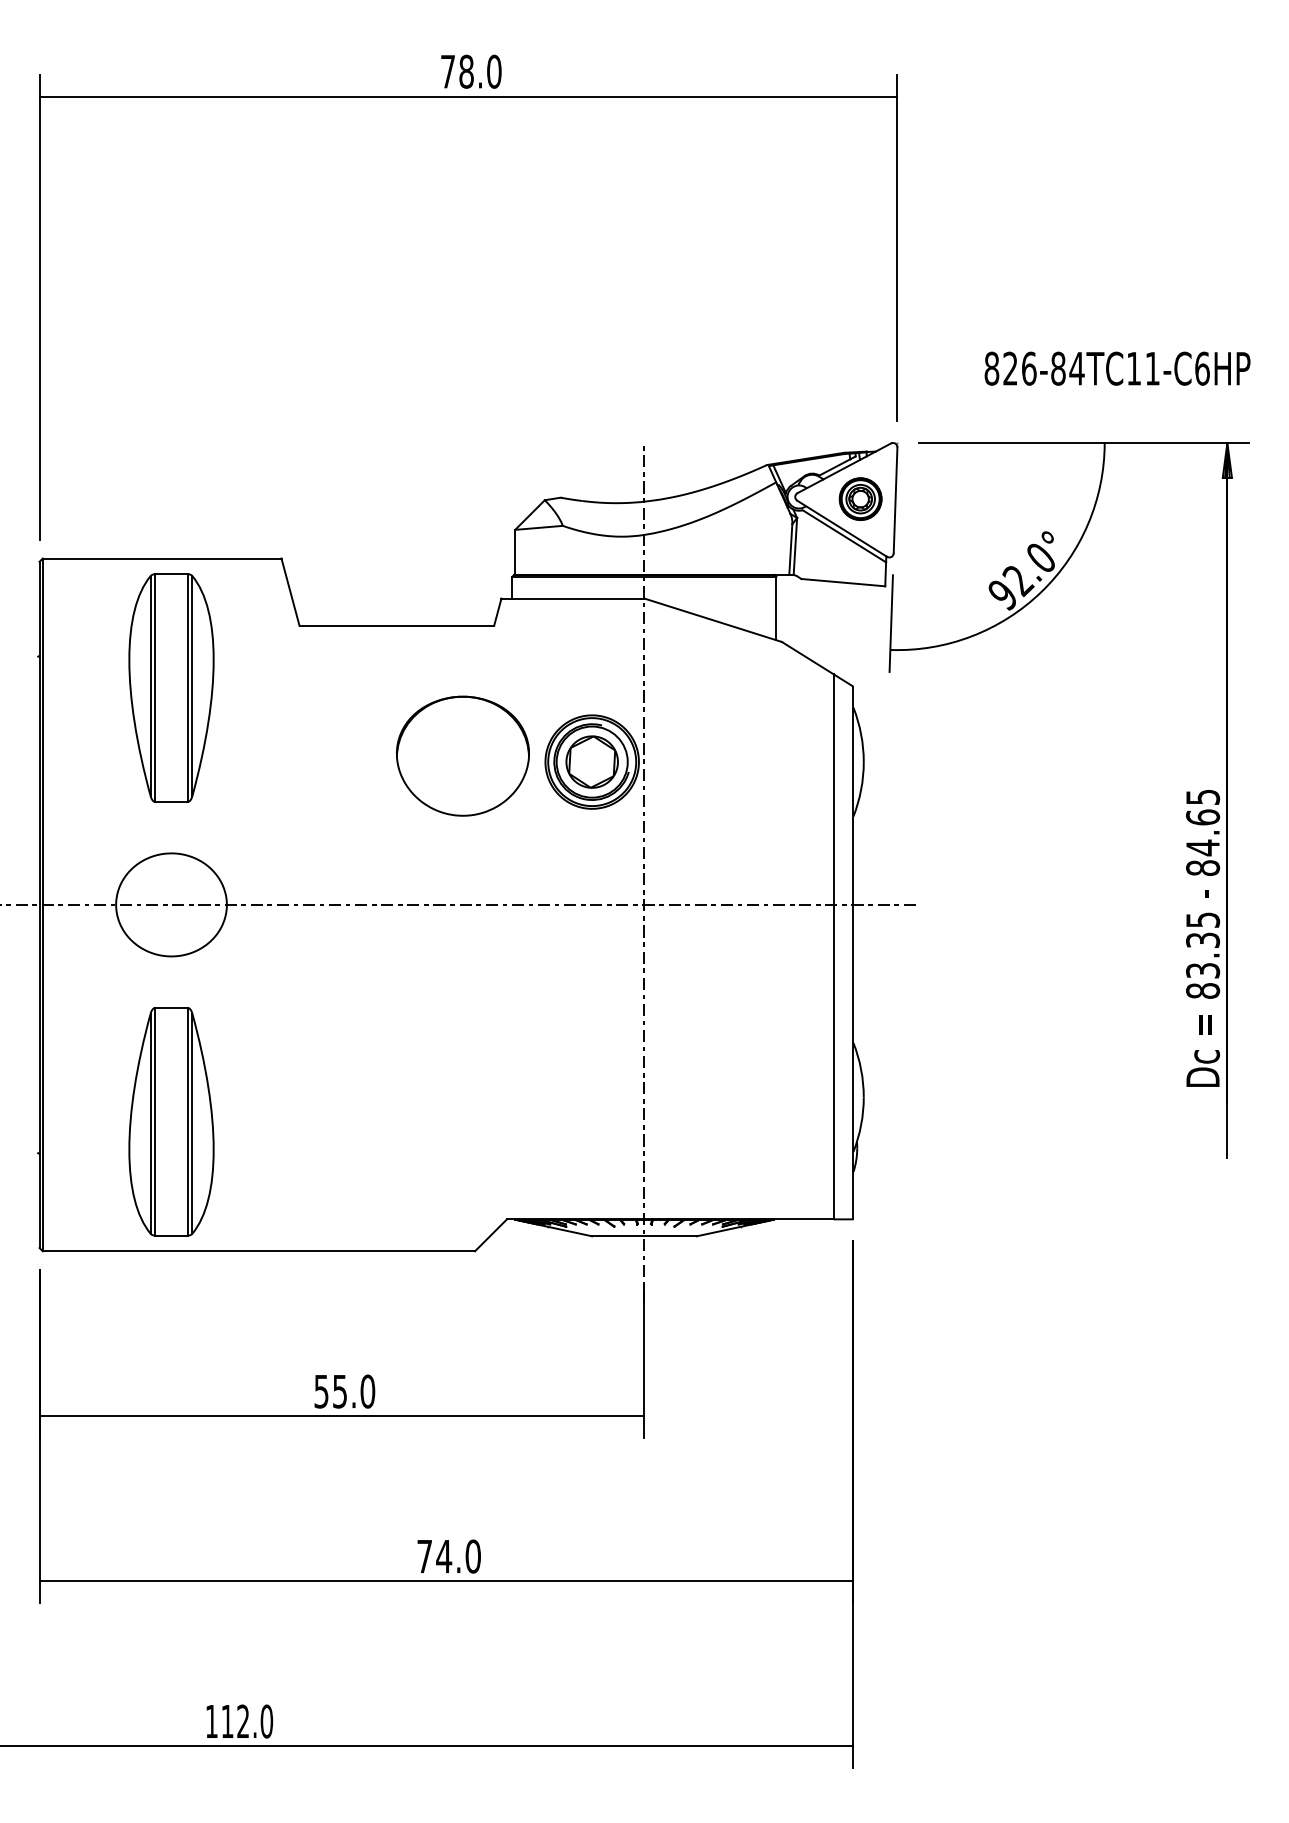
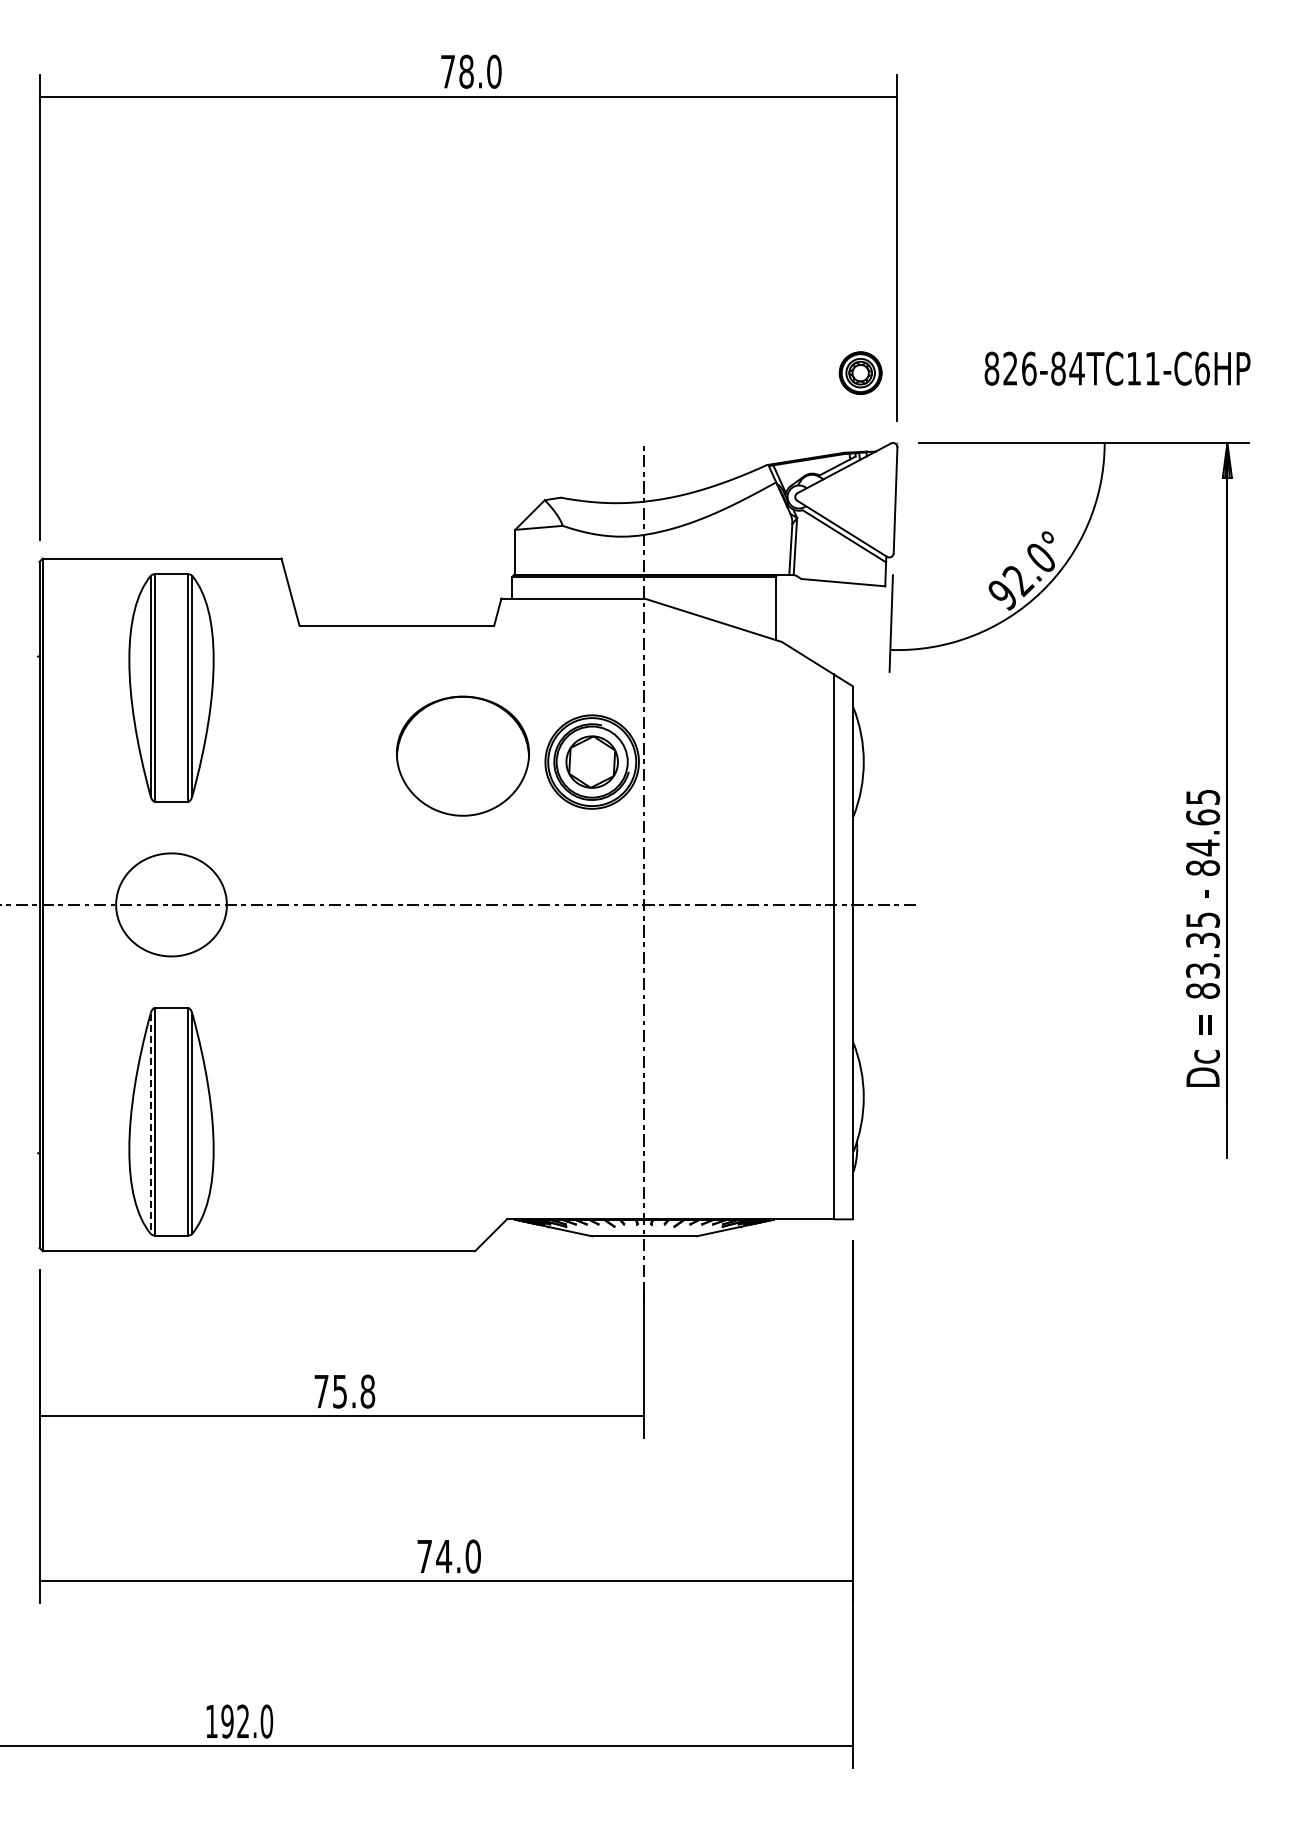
part at (860, 498) position: (860, 498) -> (860, 372)
line at (150, 1124): solid -> dashed
text at (344, 1391): 55.0 -> 75.8
text at (227, 1721): 112.0 -> 192.0
